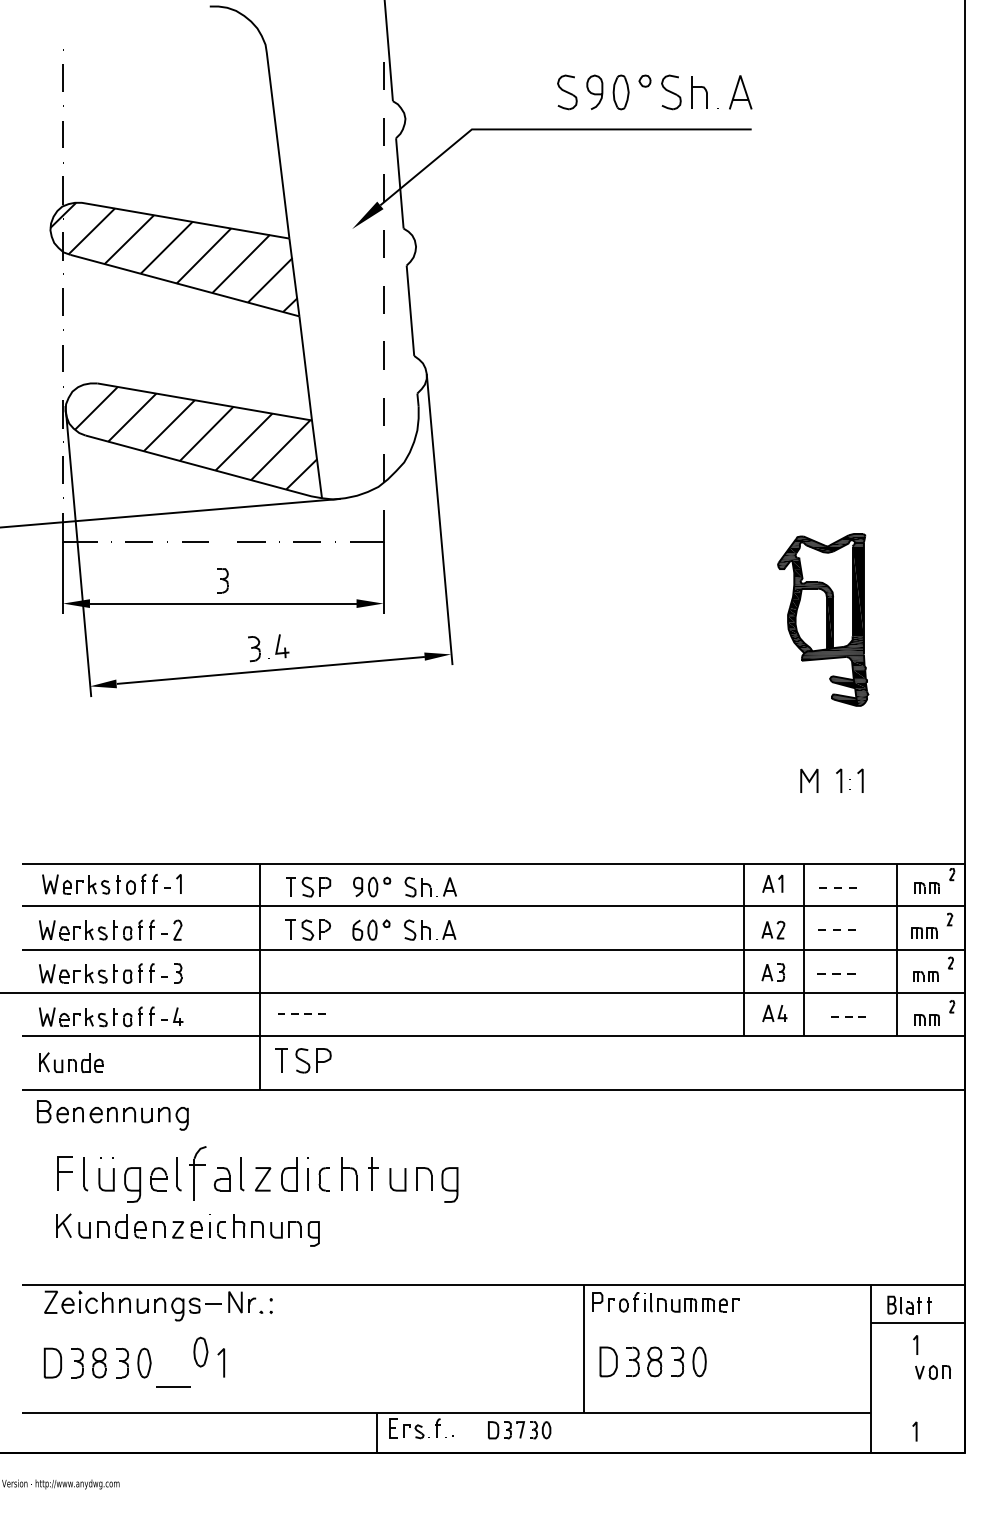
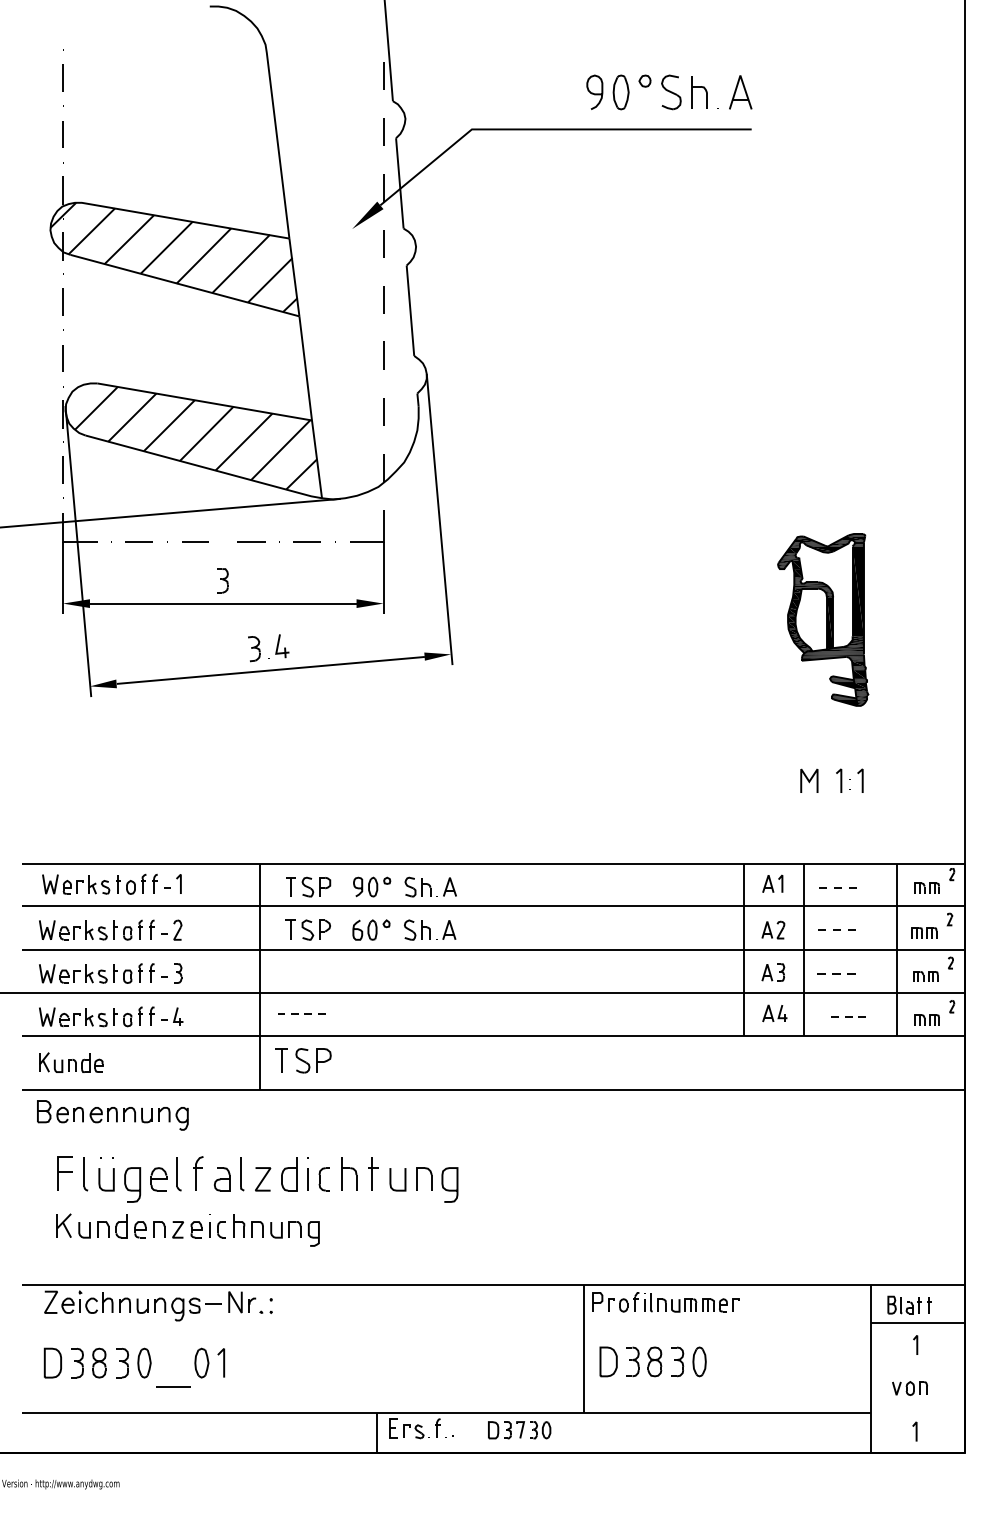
part at (567, 92): present -> none
part at (197, 1173) size: 18x55 px -> 11x35 px
part at (200, 1351) position: (200, 1351) -> (201, 1362)
part at (932, 1372) position: (932, 1372) -> (909, 1388)
